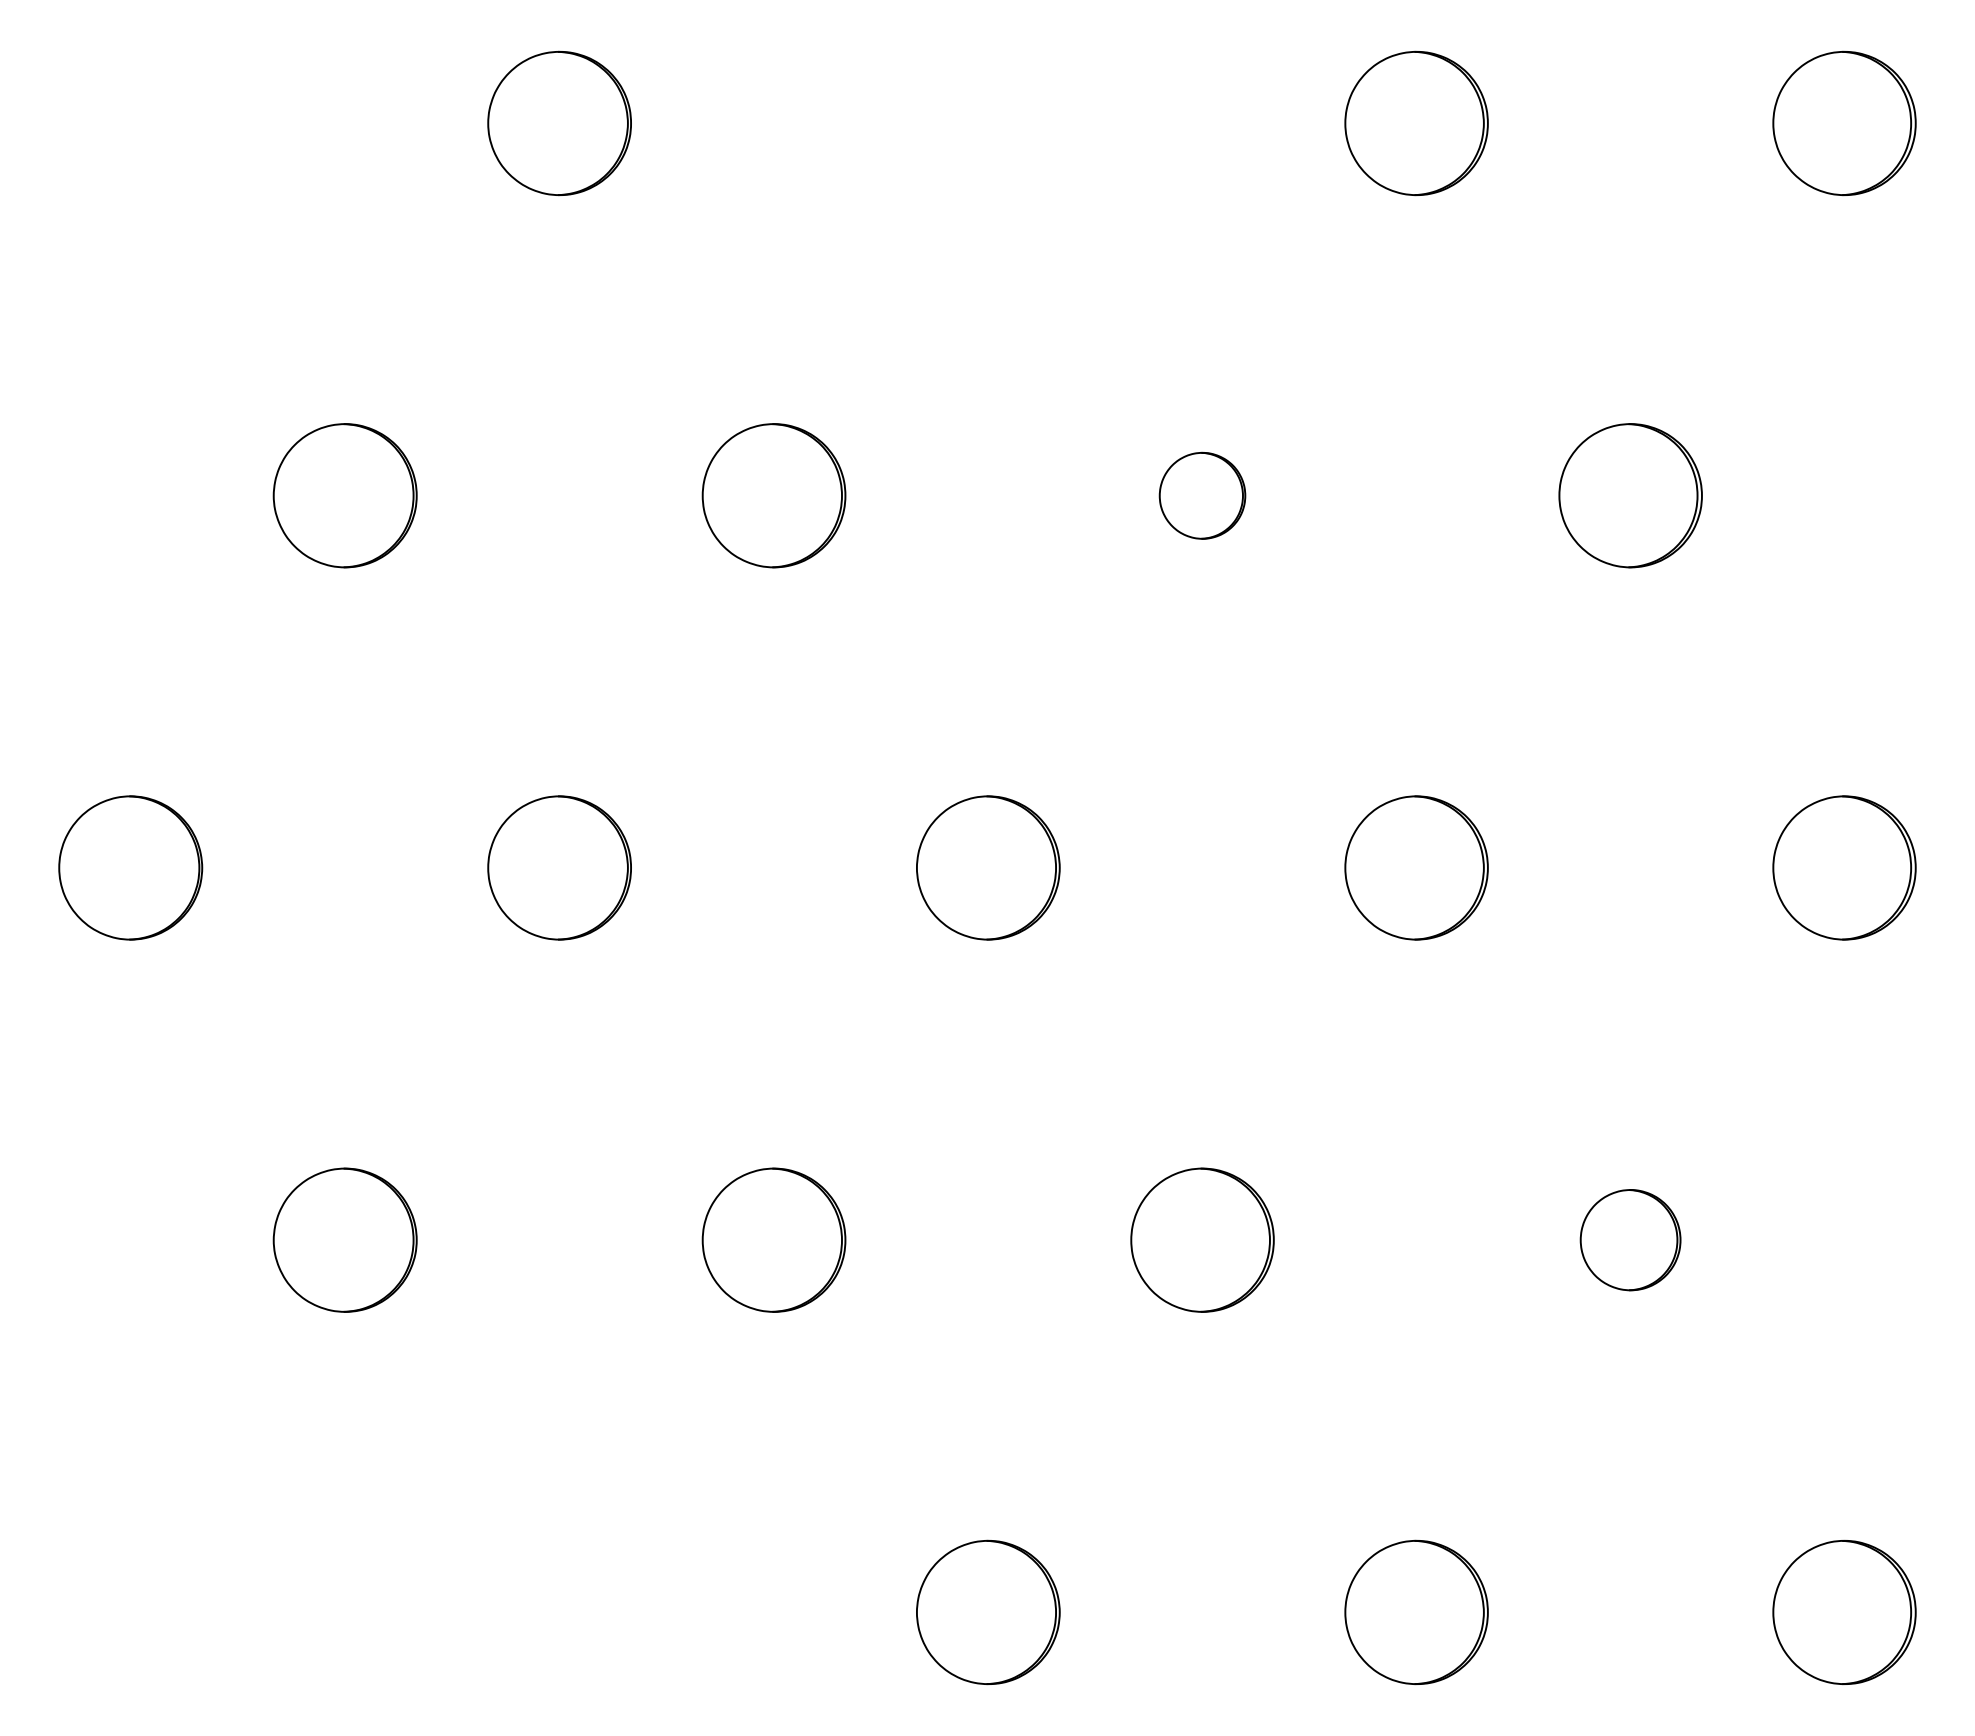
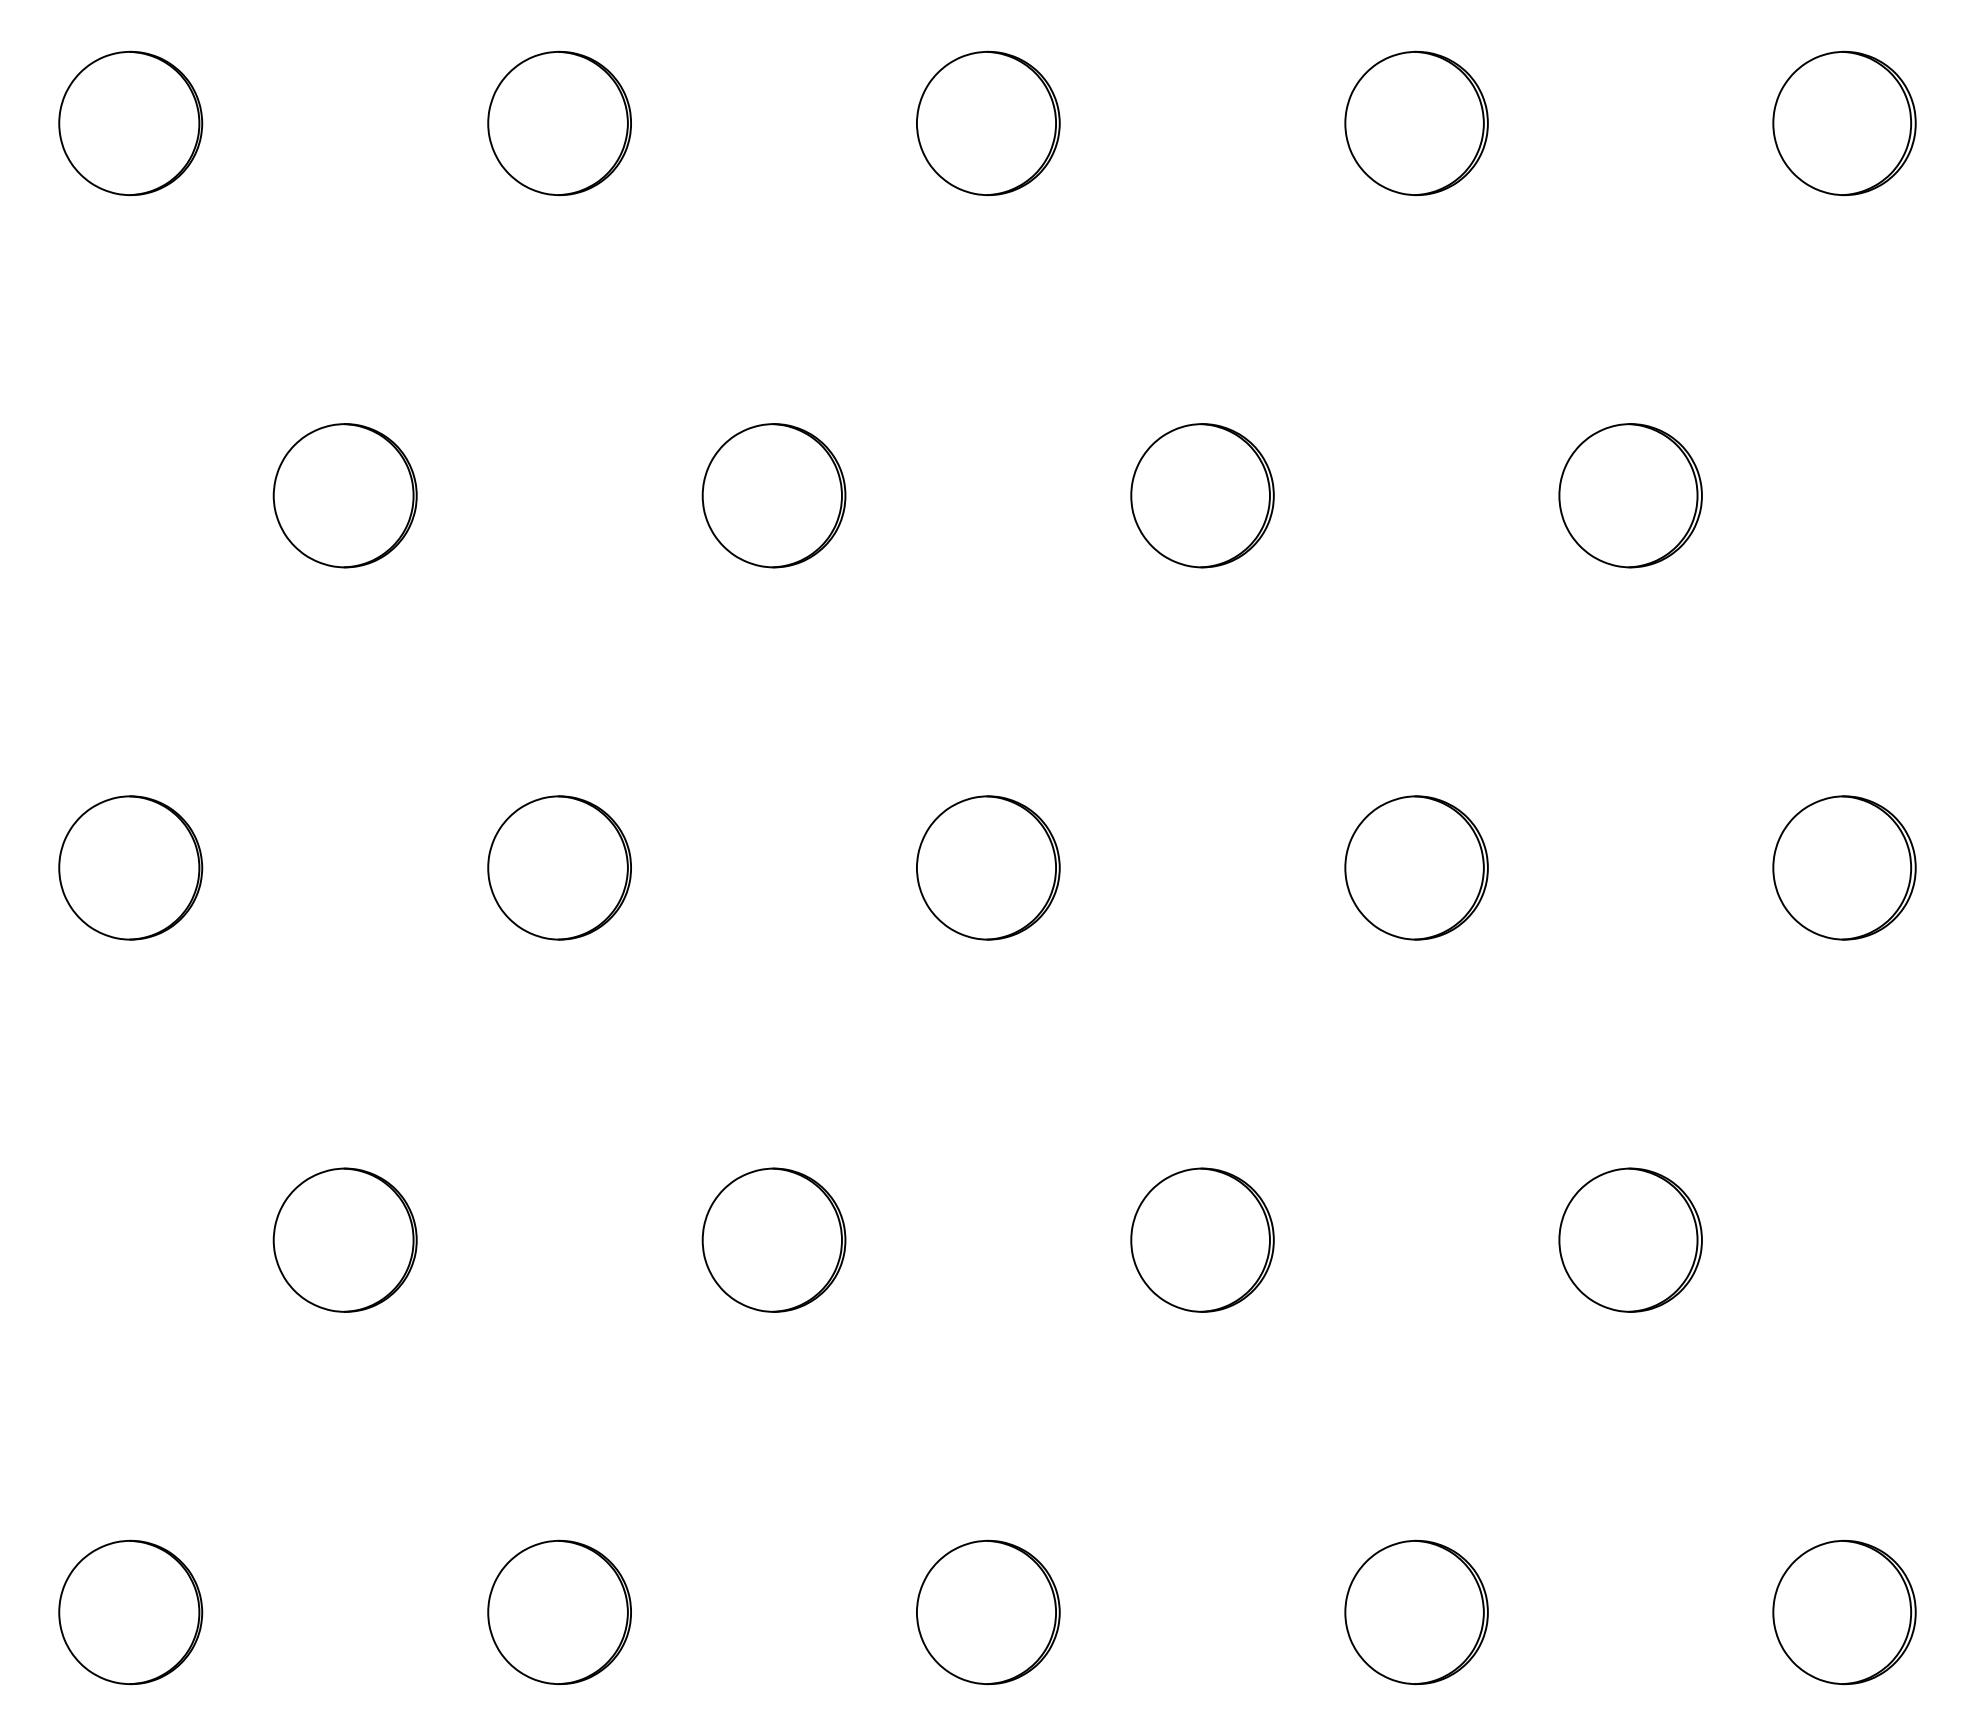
part at (130, 123): none -> present
part at (988, 123): none -> present
part at (1202, 495) size: 89x89 px -> 145x146 px
part at (1630, 1240) size: 103x103 px -> 145x146 px
part at (130, 1612): none -> present
part at (559, 1612): none -> present
